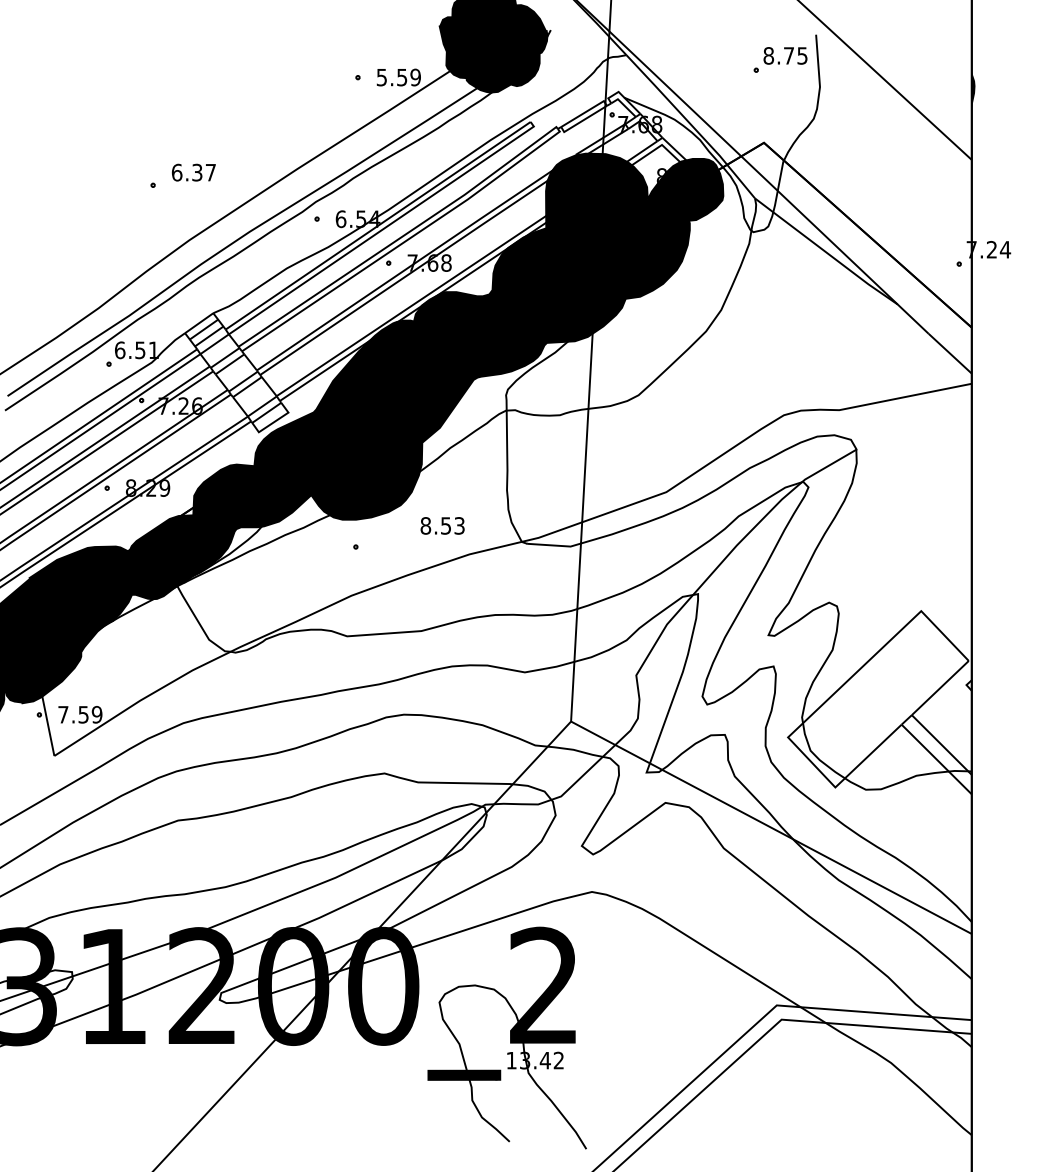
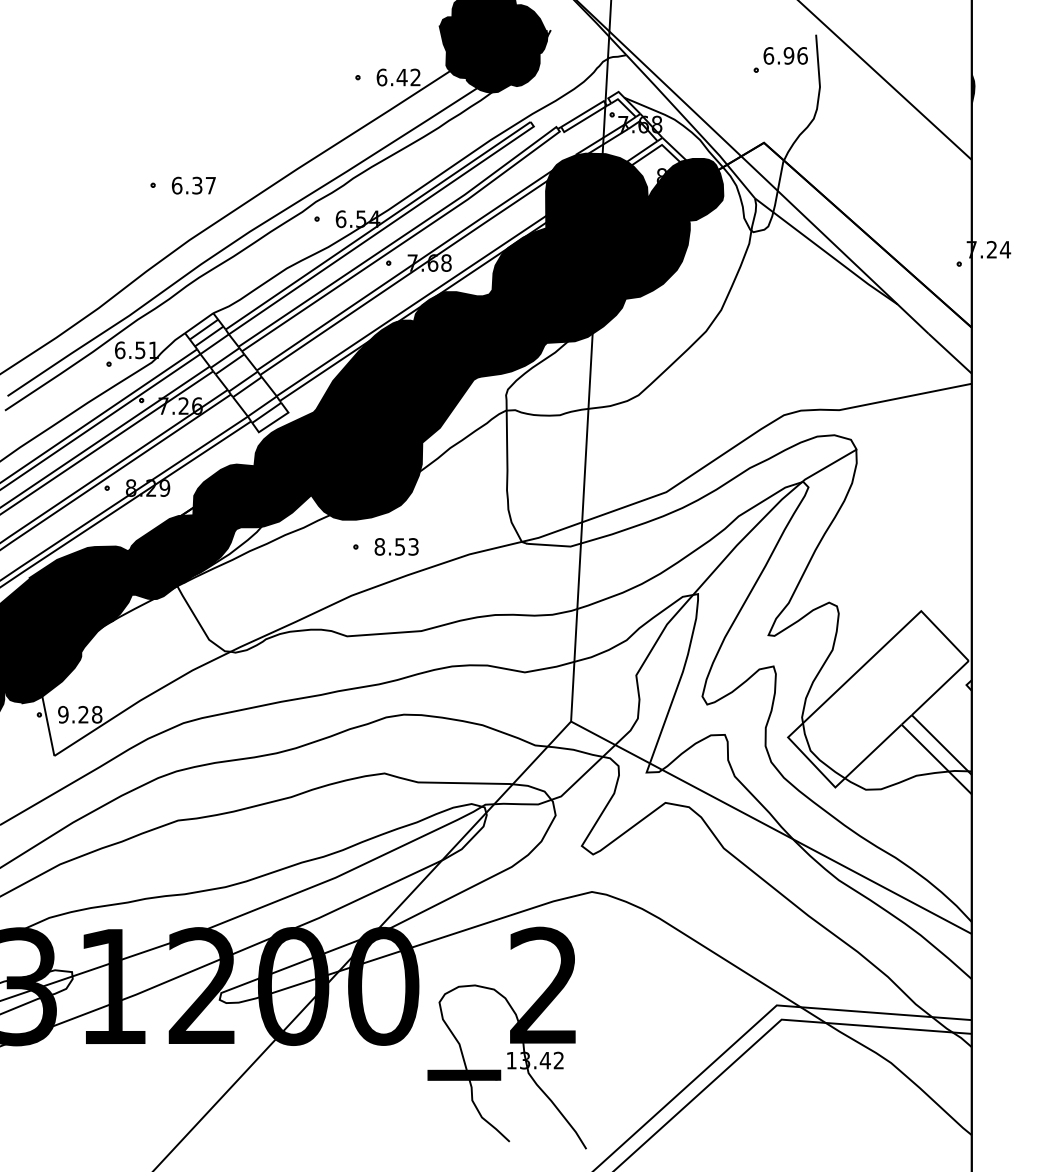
text at (785, 55): 8.75 -> 6.96
text at (398, 77): 5.59 -> 6.42
text at (193, 172) position: (193, 172) -> (193, 185)
text at (442, 525) position: (442, 525) -> (396, 546)
text at (80, 714): 7.59 -> 9.28
